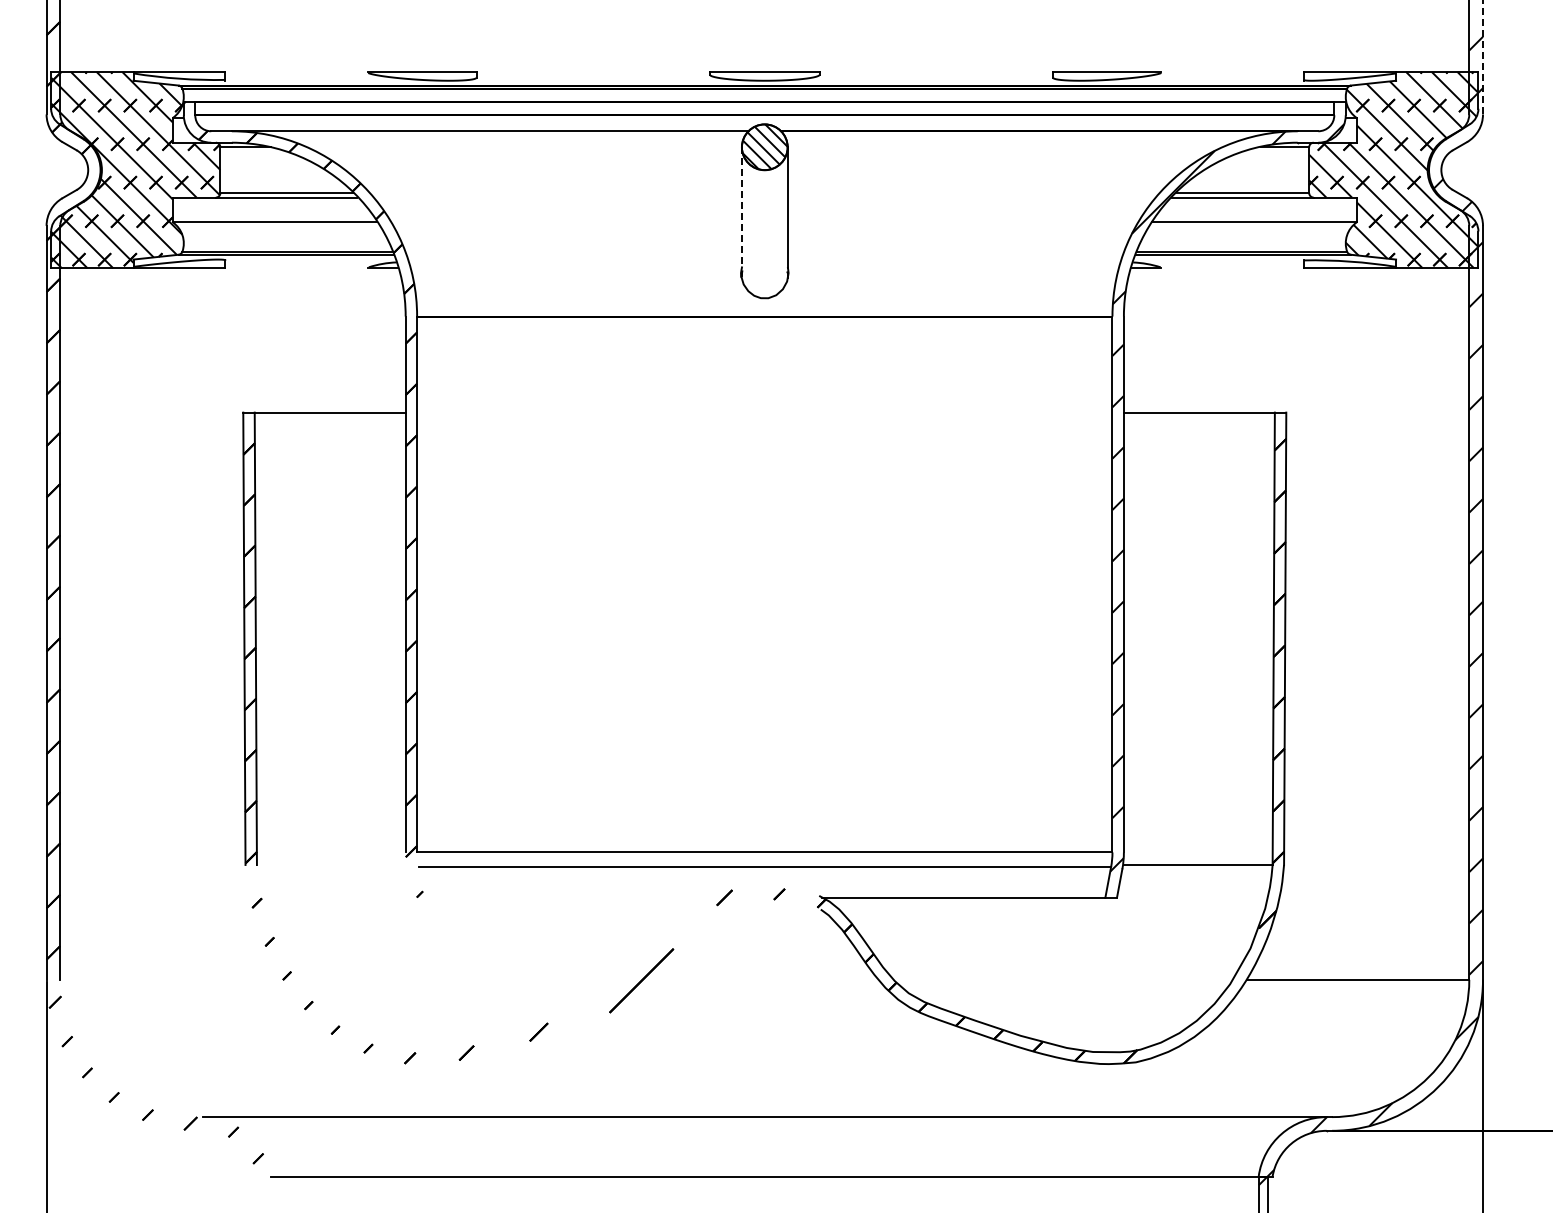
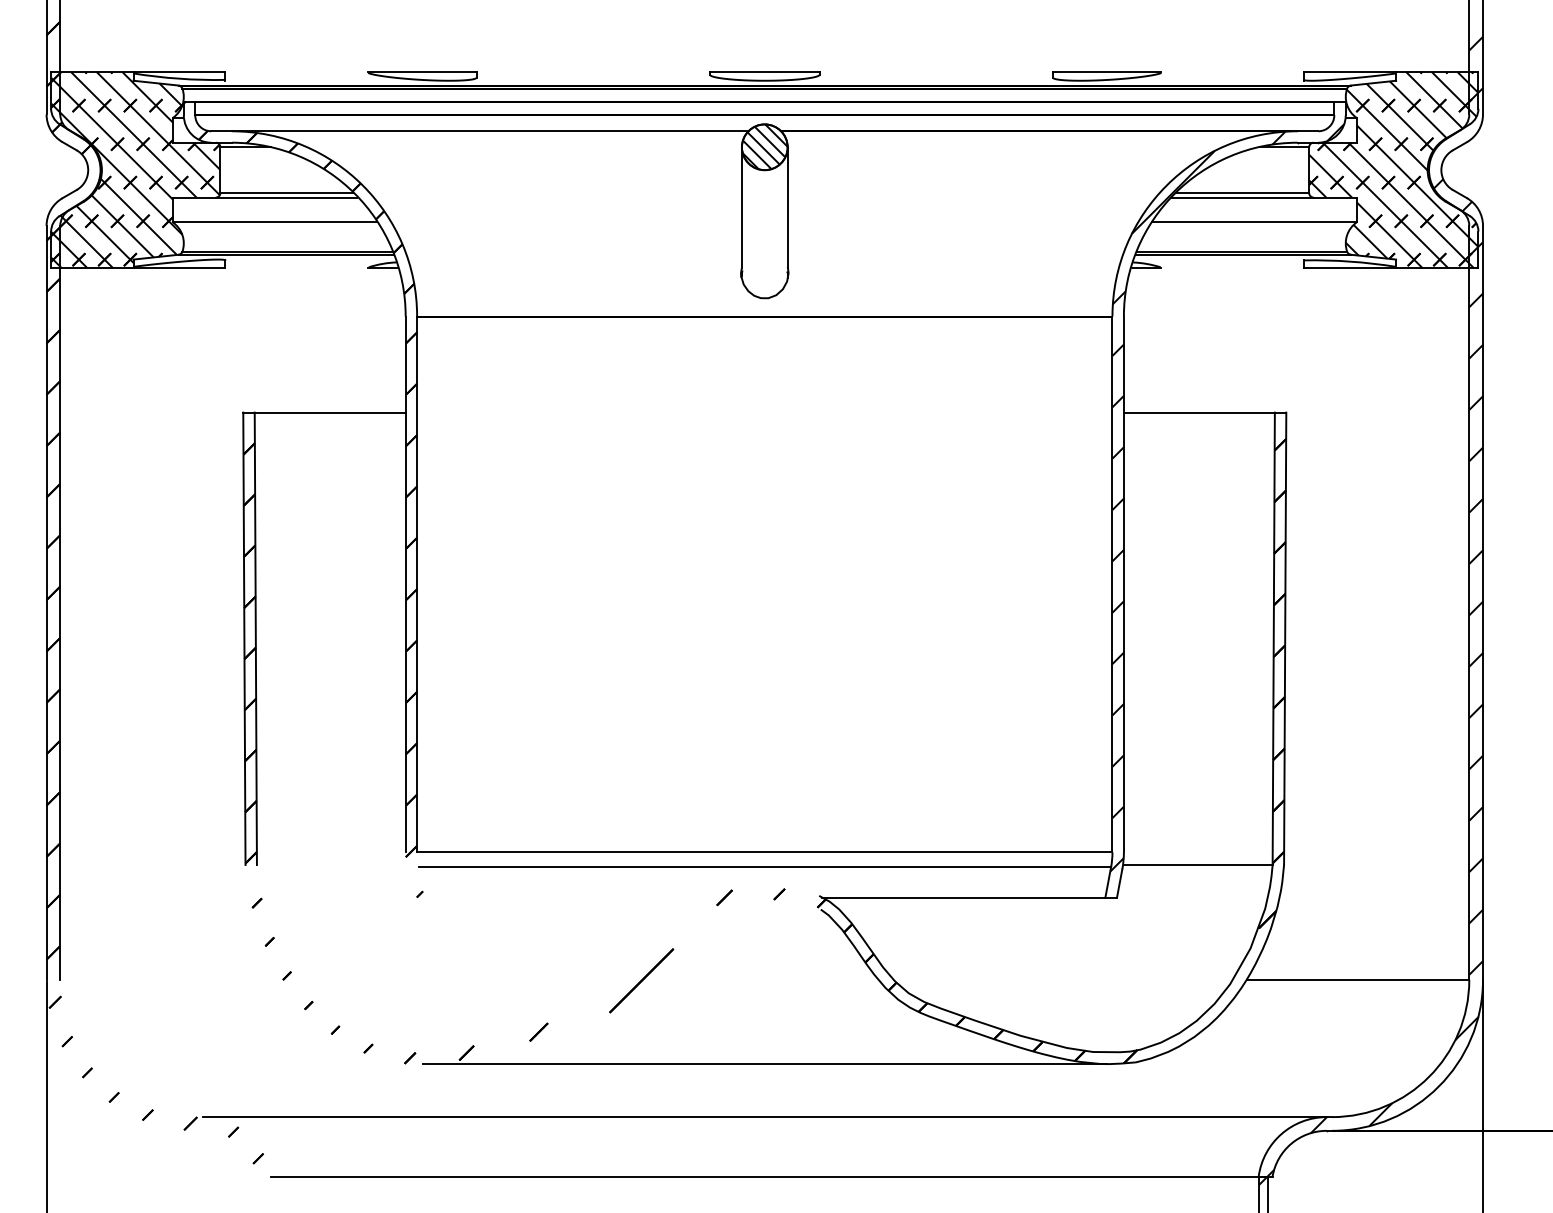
line at (1483, 57): dashed -> solid
line at (741, 208): dashed -> solid
line at (764, 1064): none -> present
